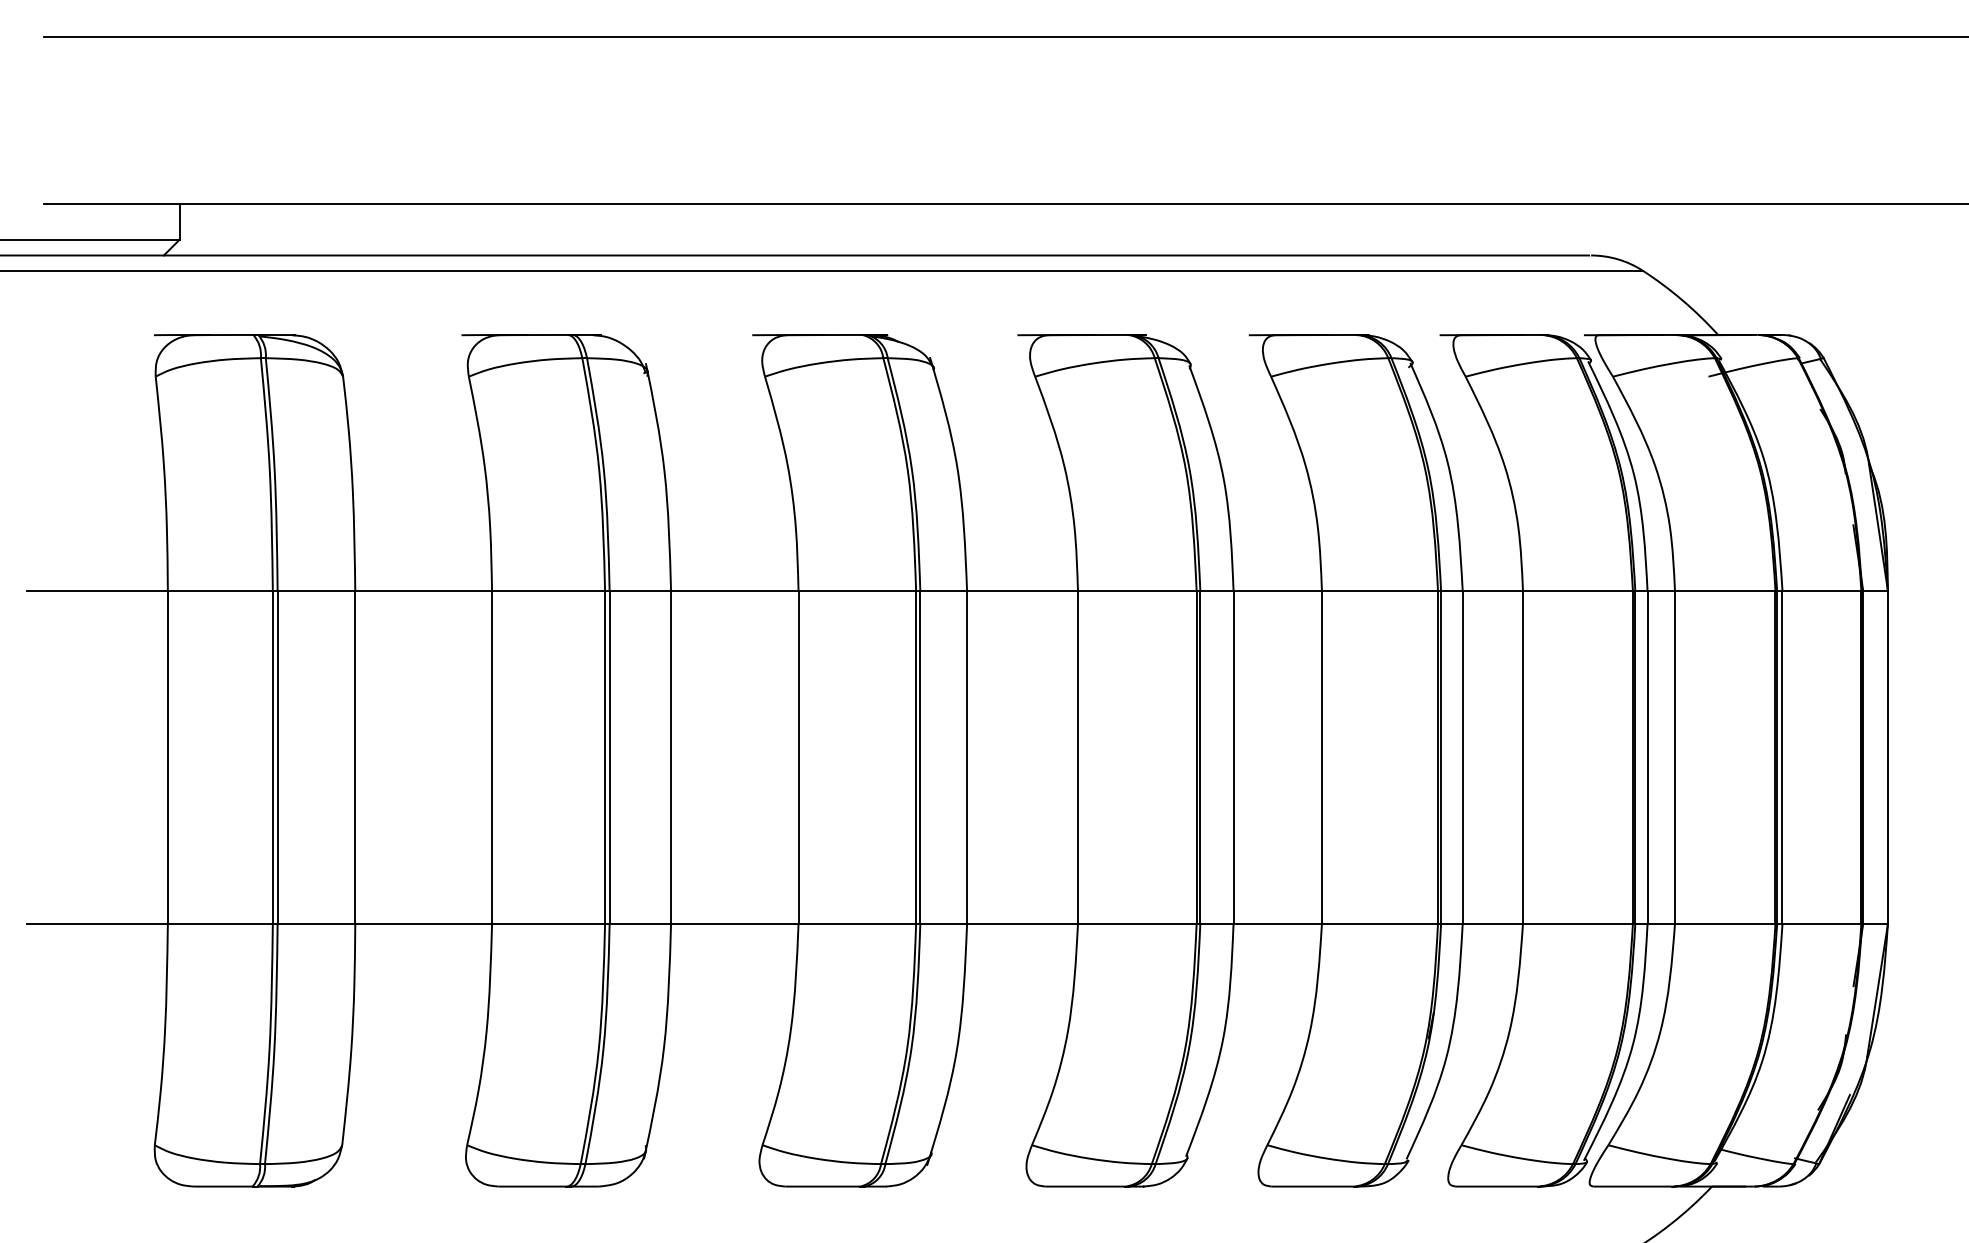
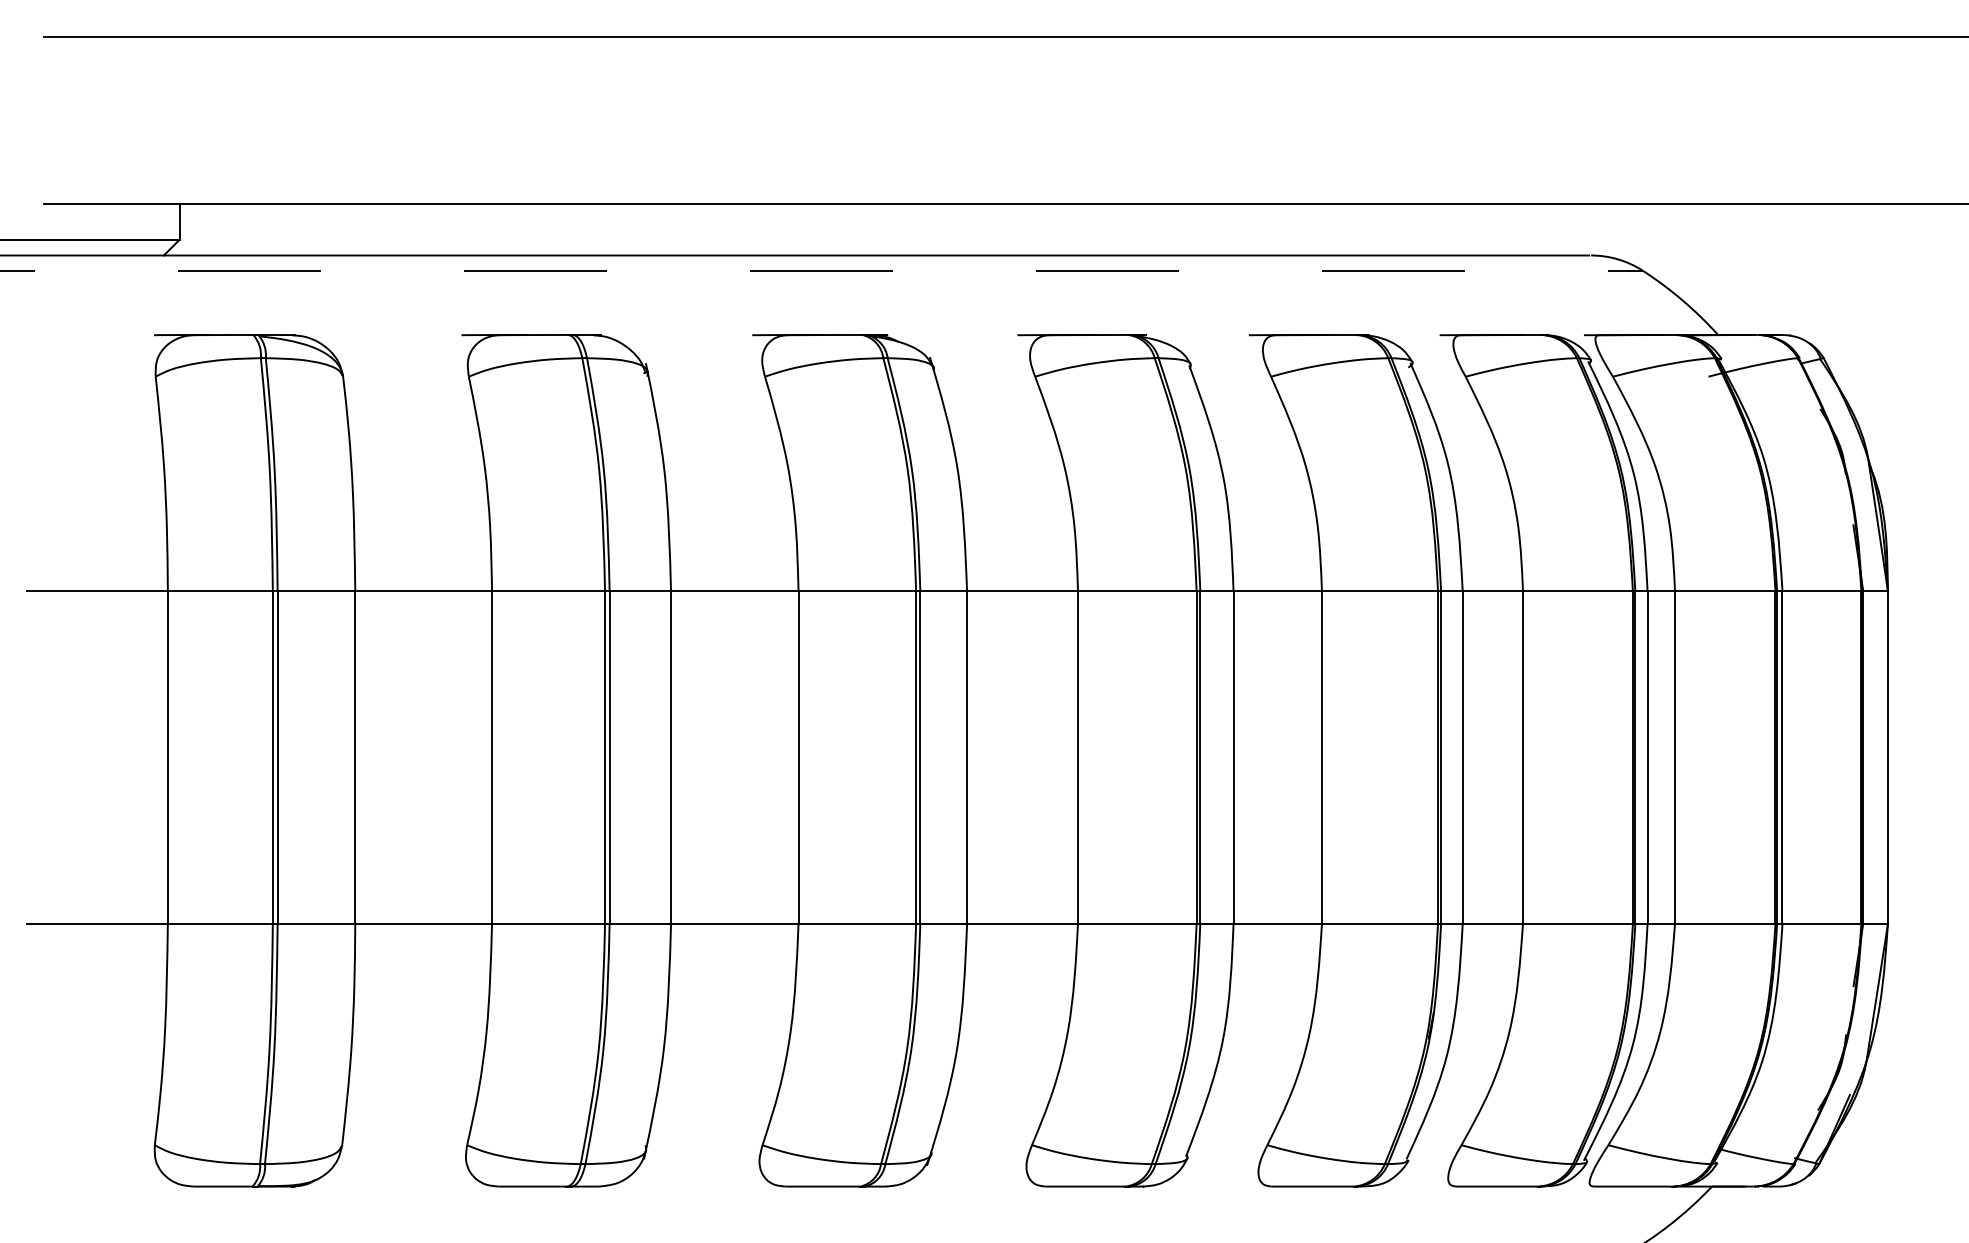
line at (822, 270): solid -> dashed
